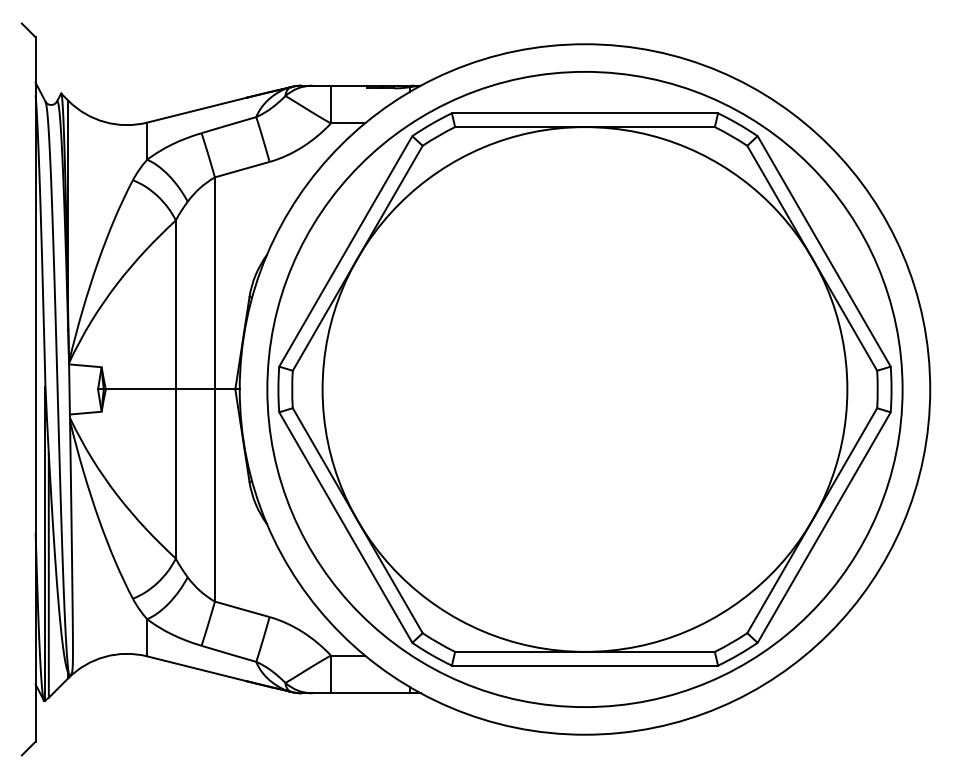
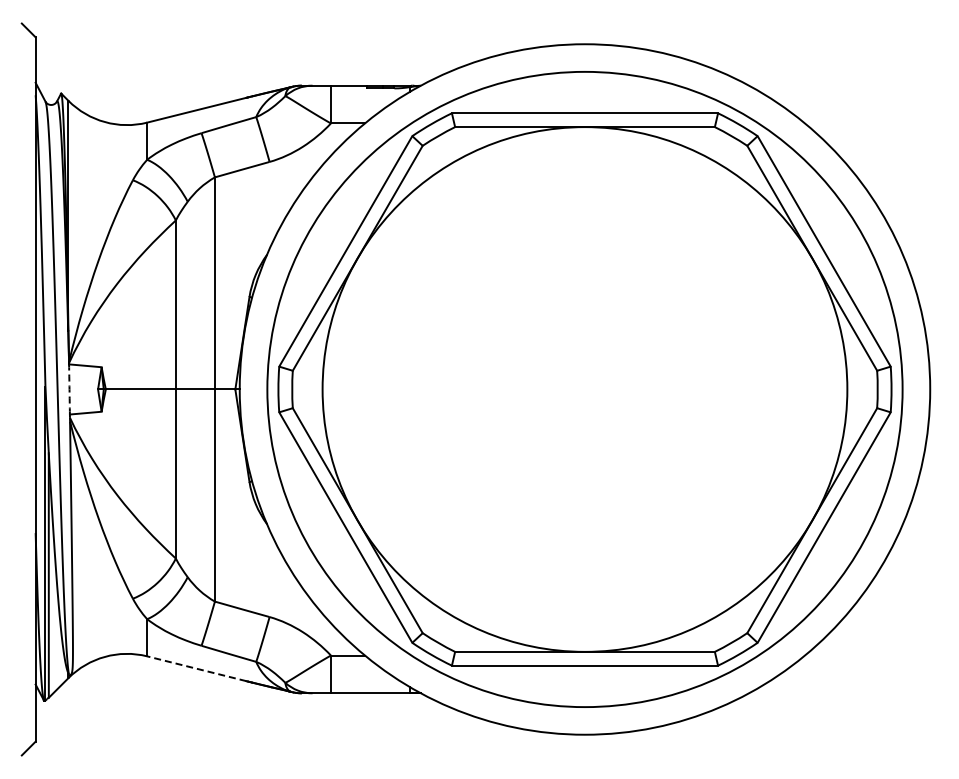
arc at (69, 389): solid -> dashed
line at (196, 668): solid -> dashed
